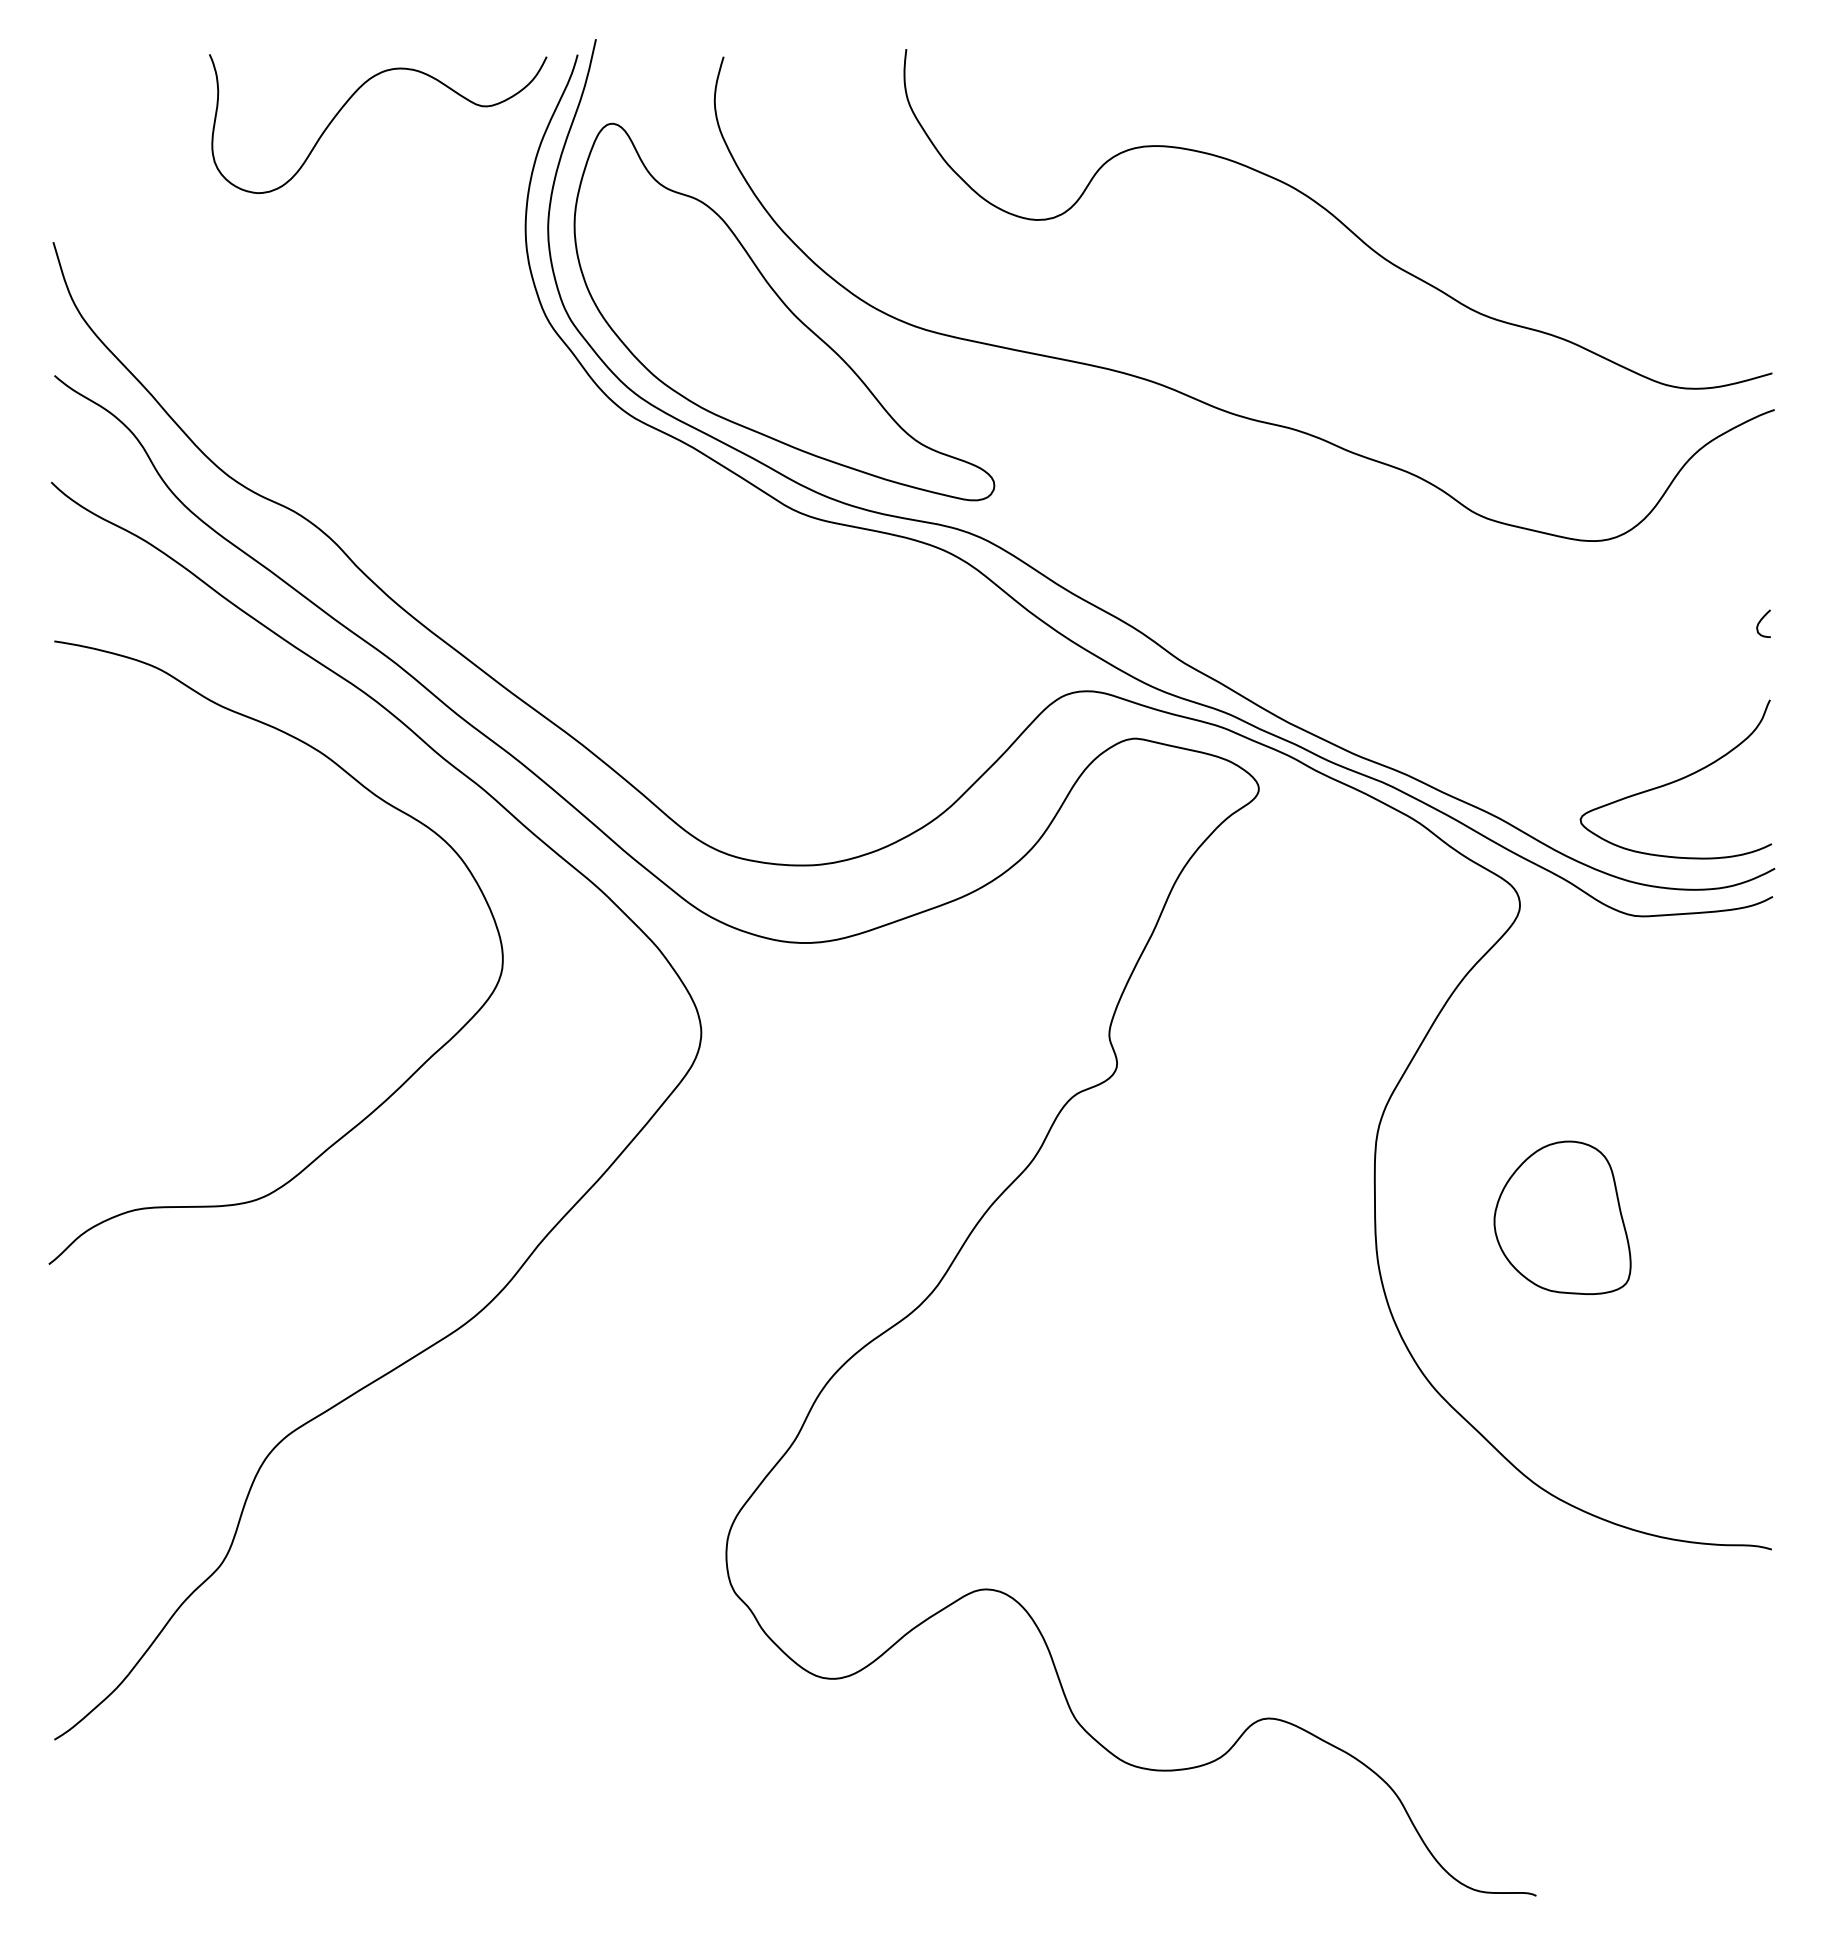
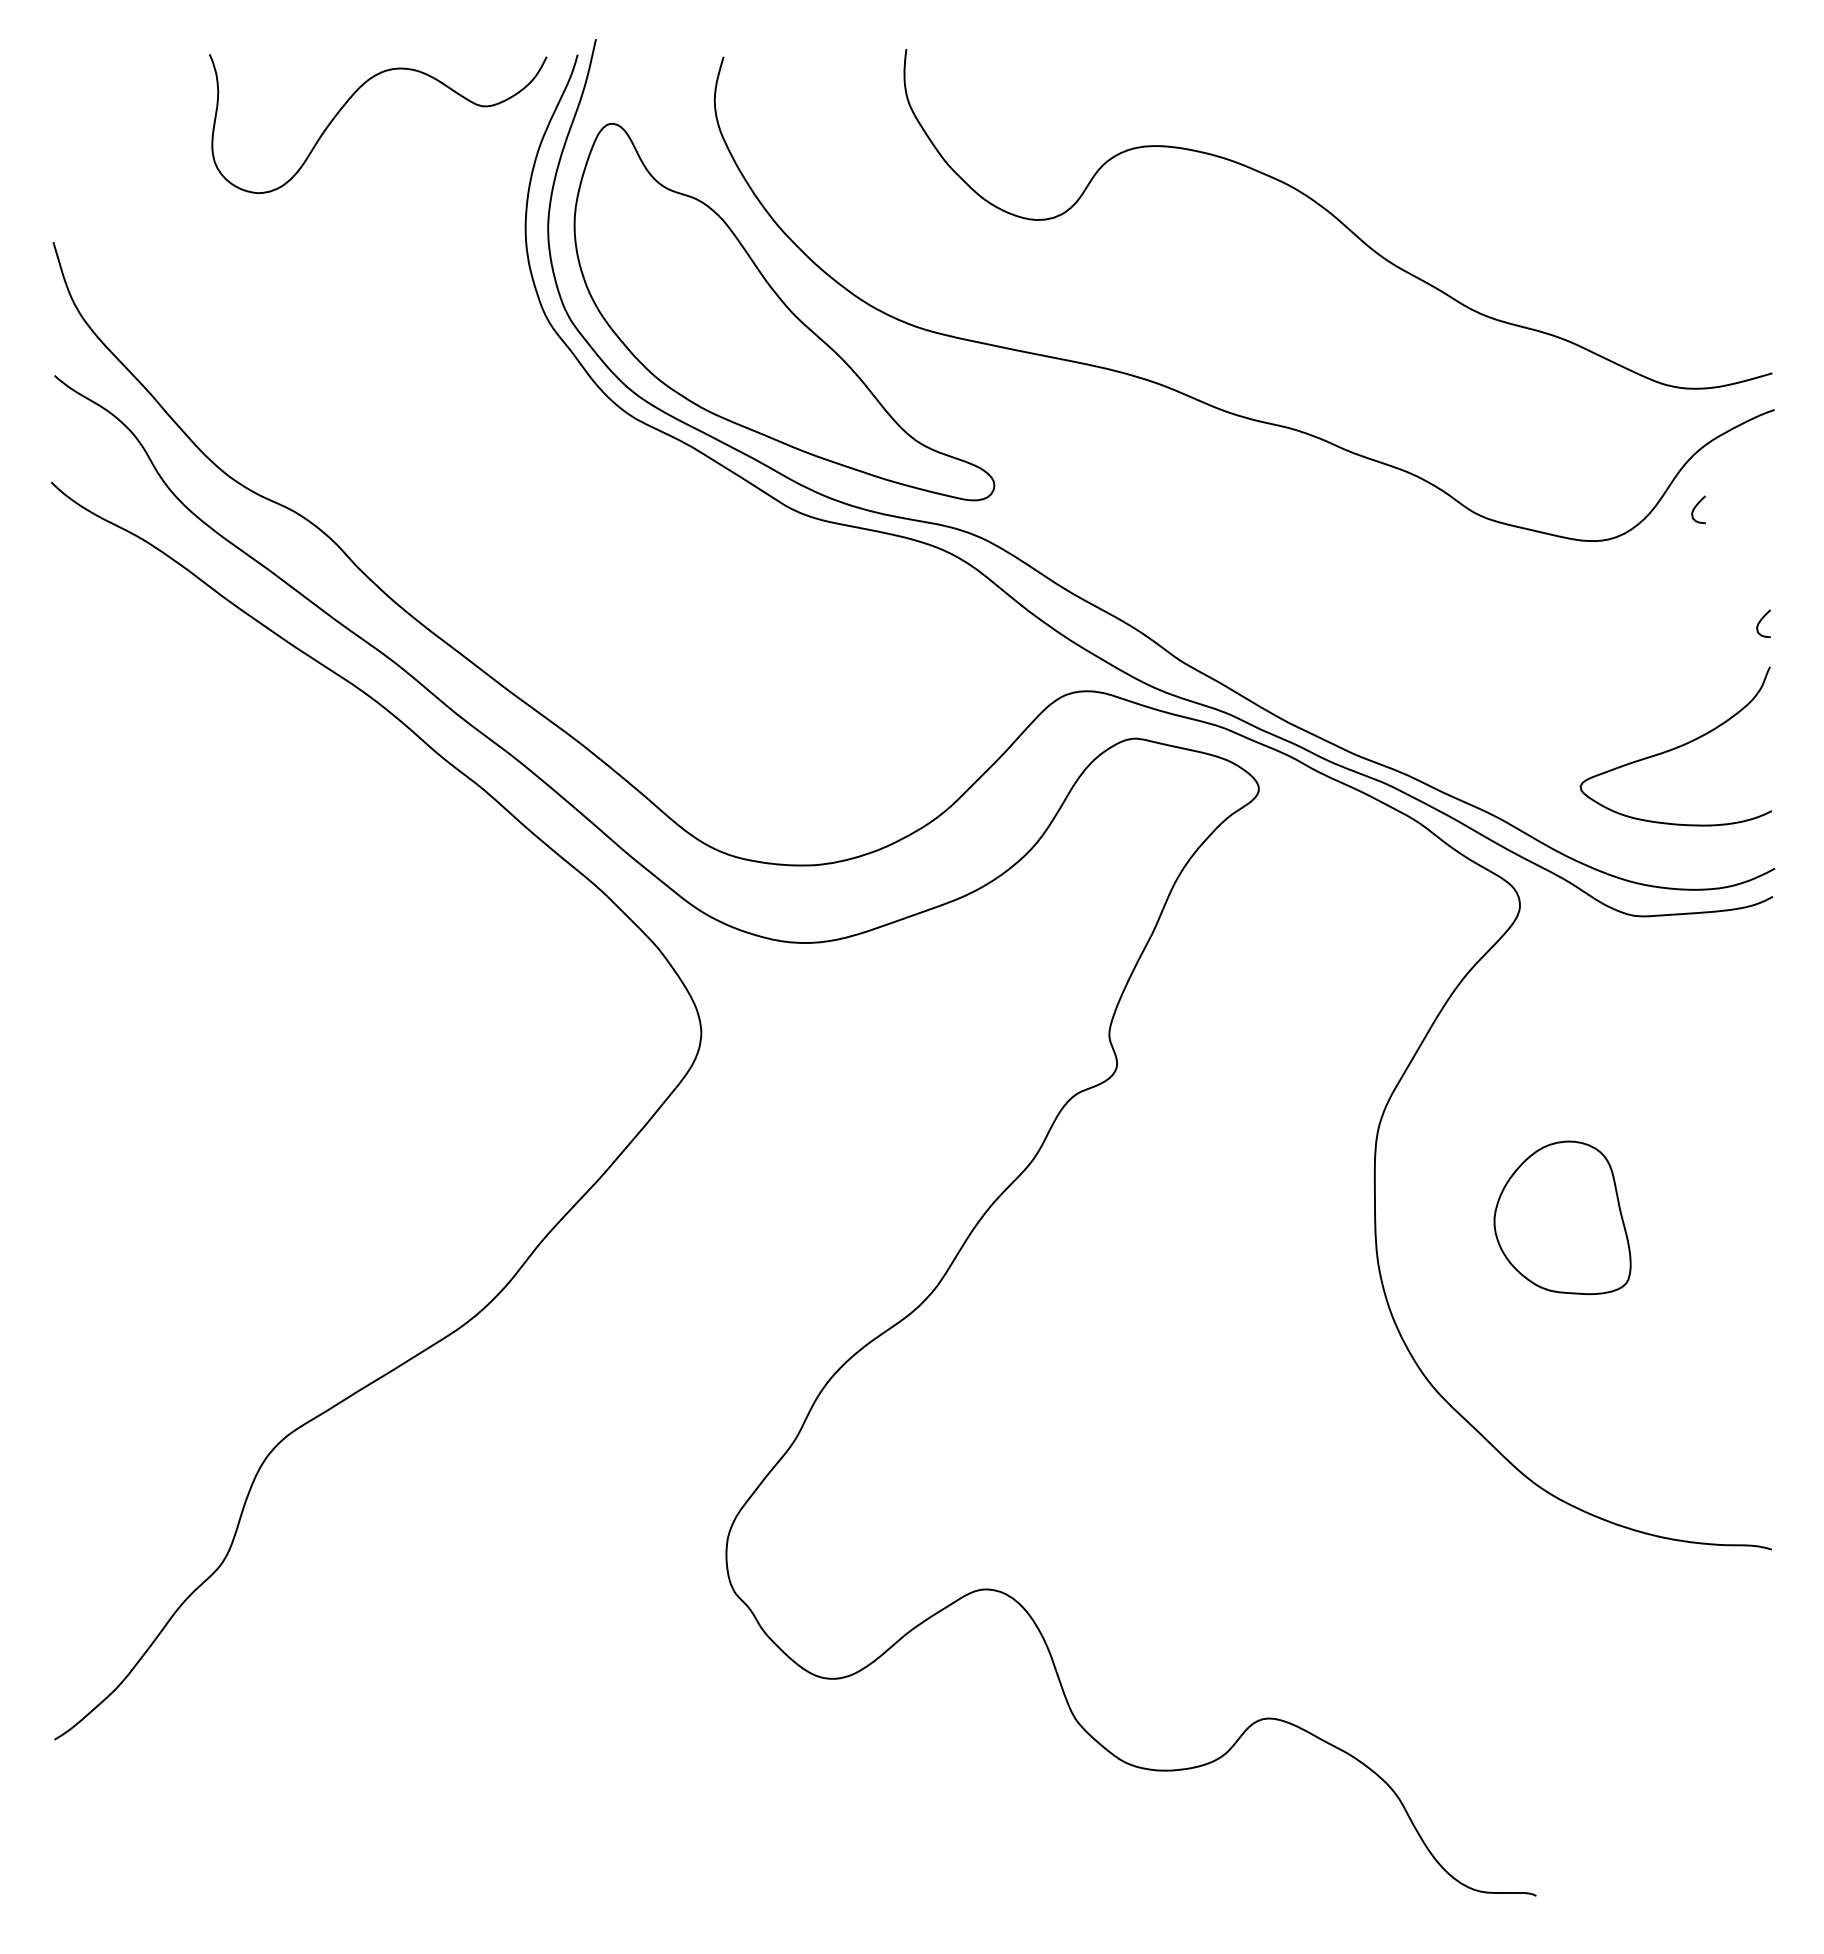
curve at (1696, 507): none -> present
curve at (1676, 779) position: (1676, 779) -> (1676, 746)
curve at (404, 1081): present -> none
